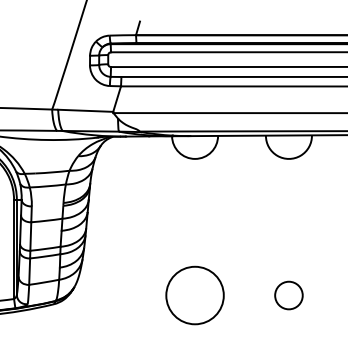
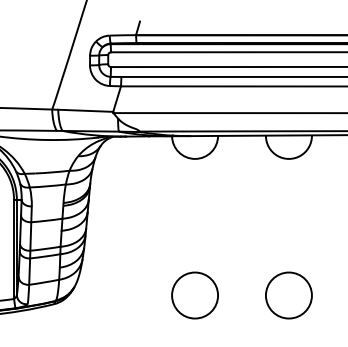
circle at (194, 295) diameter: 58 px -> 46 px
circle at (288, 295) diameter: 28 px -> 46 px
